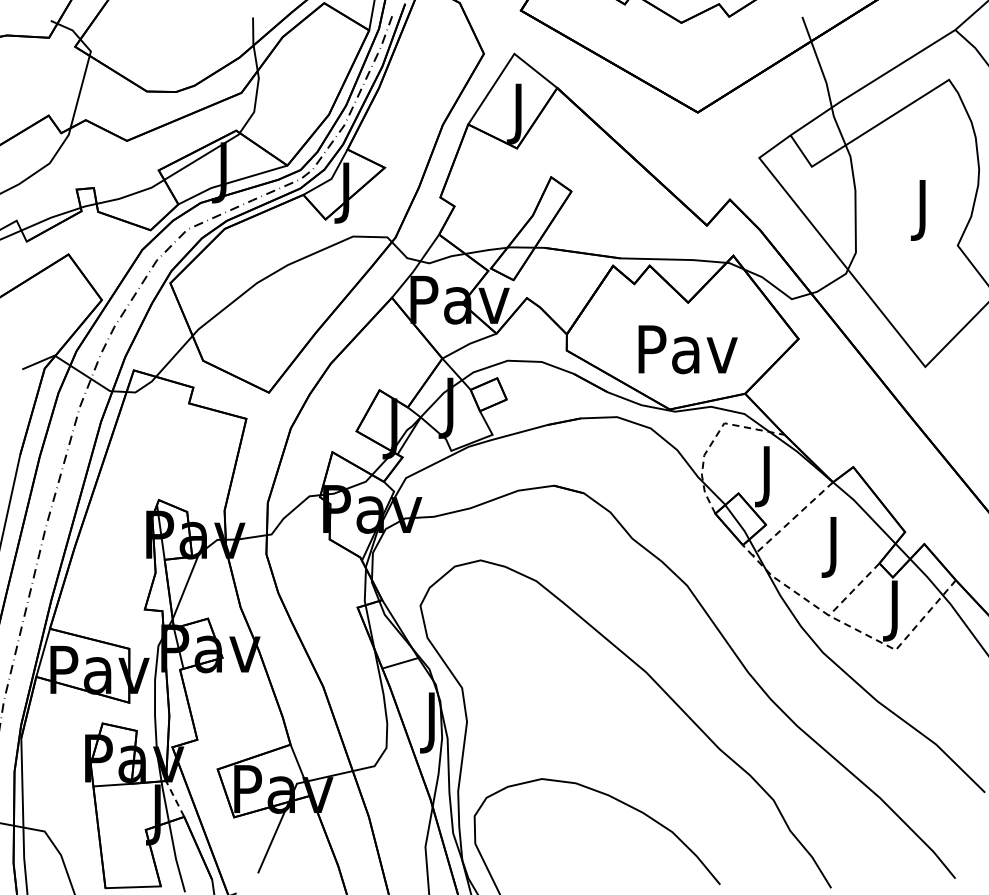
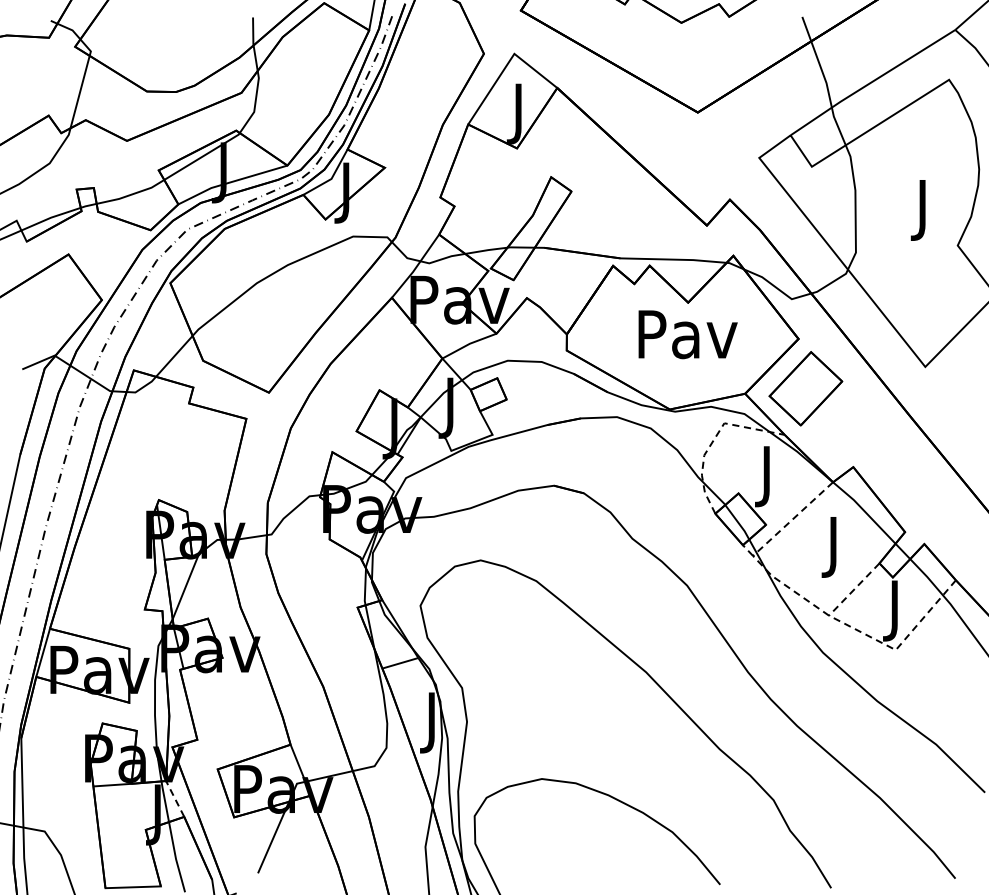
text at (687, 349) position: (687, 349) -> (687, 334)
part at (805, 388): none -> present
